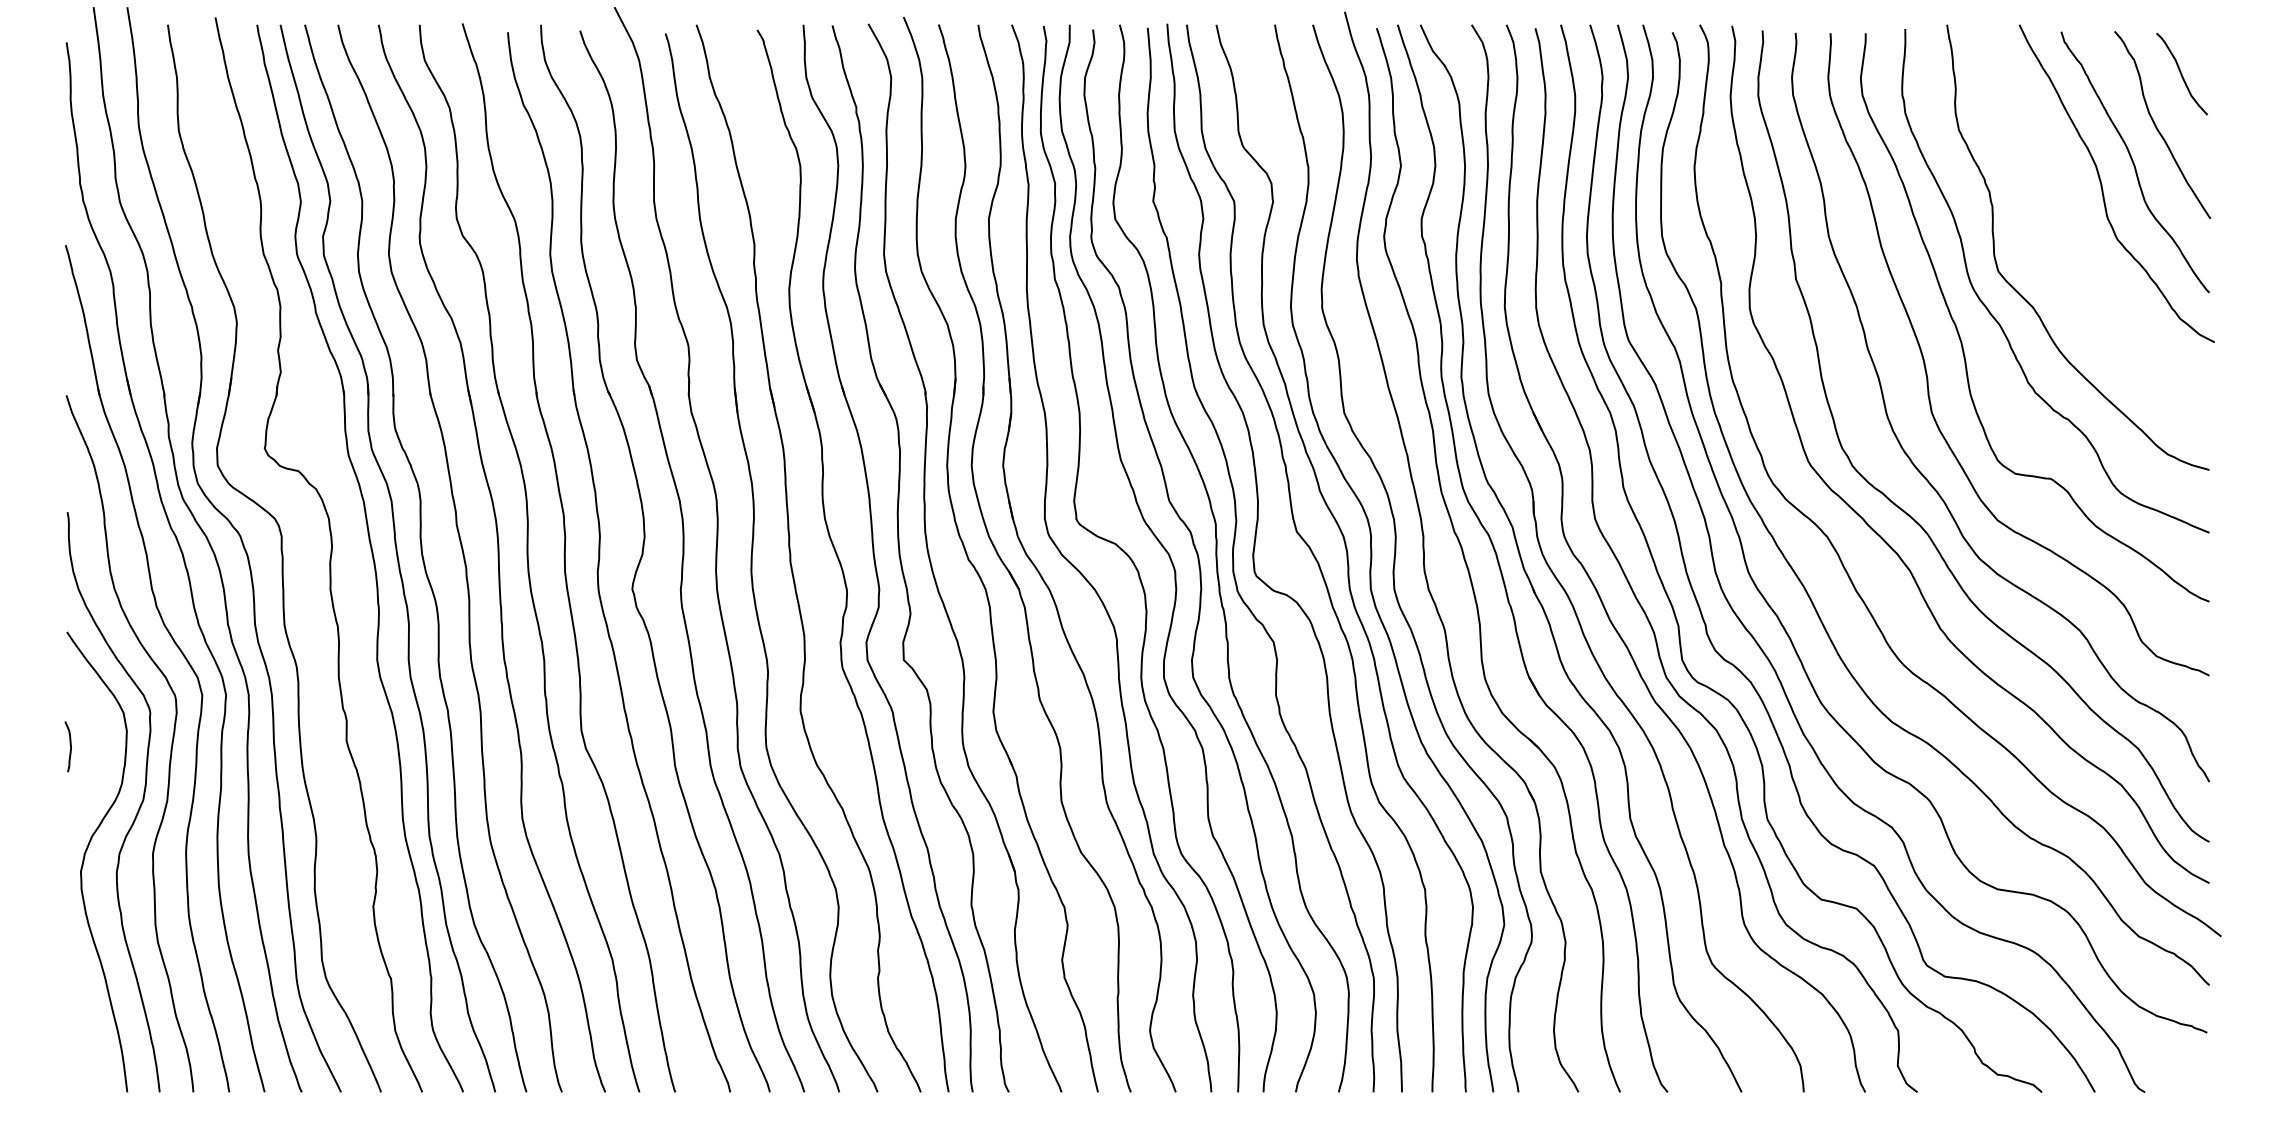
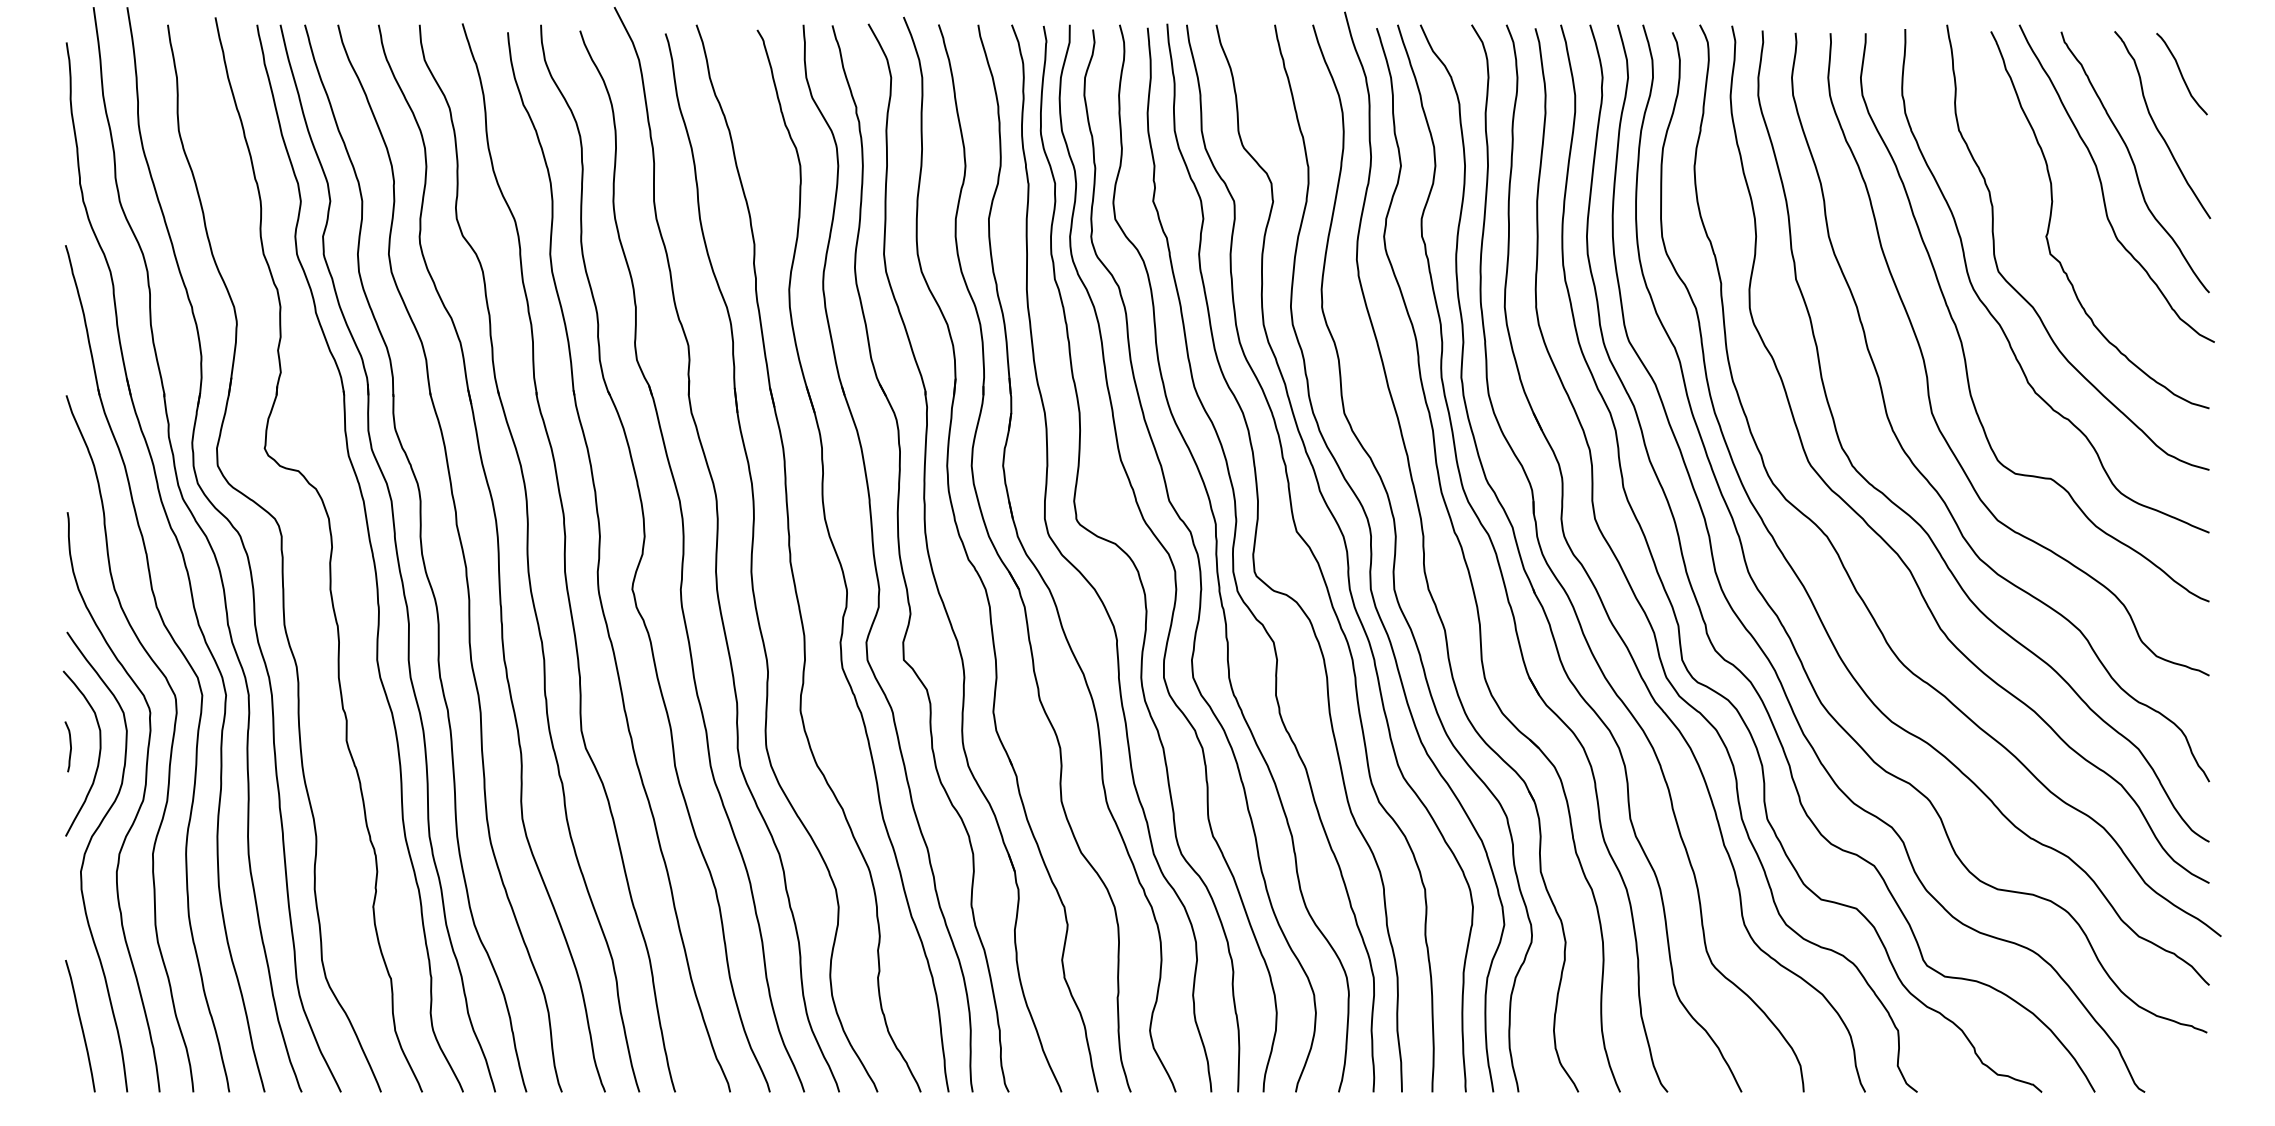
curve at (2051, 218): none -> present
curve at (98, 754): none -> present
curve at (80, 1026): none -> present
